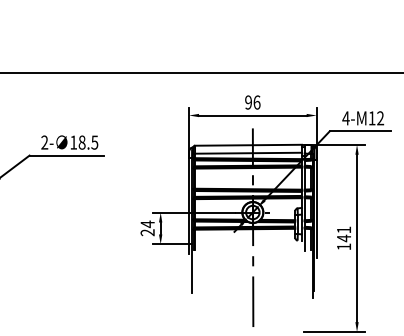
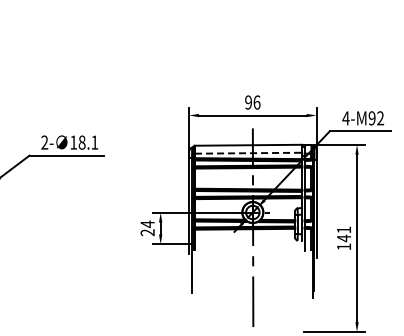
line at (201, 72): present -> none
text at (371, 118): 4-M12 -> 4-M92
text at (94, 142): 18.5 -> 18.1
line at (249, 153): solid -> dashed
